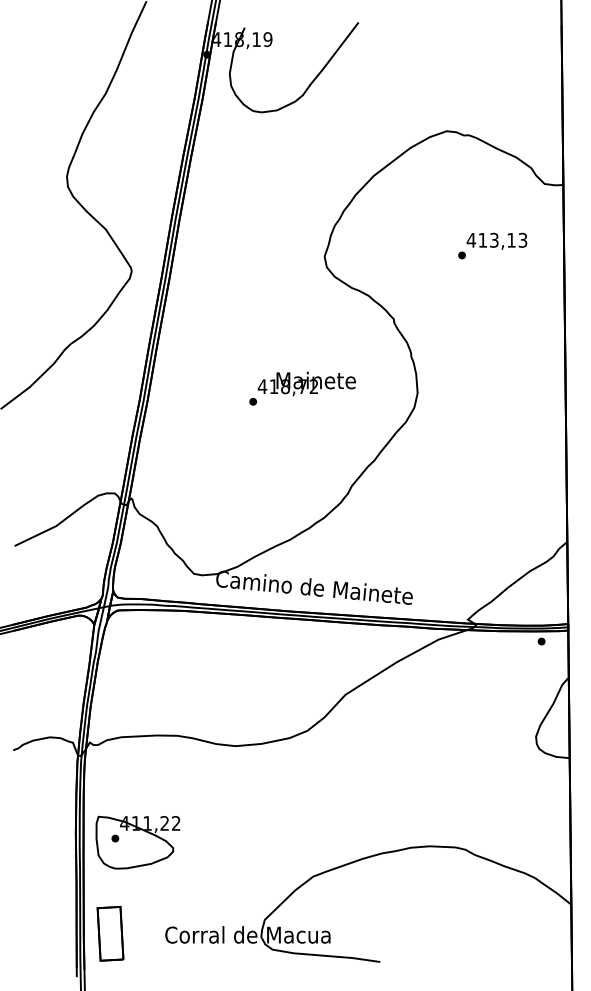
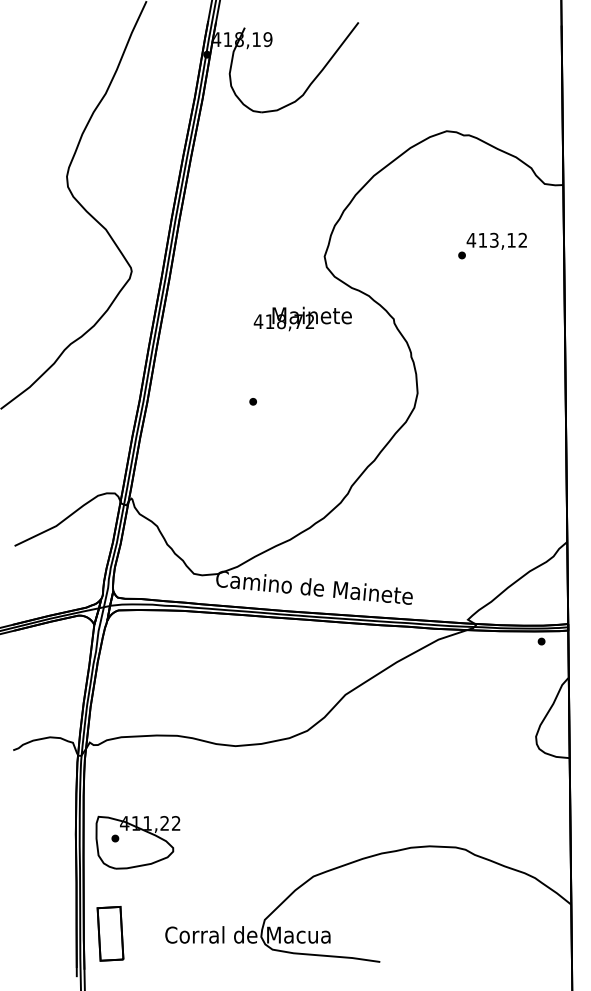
text at (522, 240): 413,13 -> 413,12
text at (306, 383) position: (306, 383) -> (302, 318)
